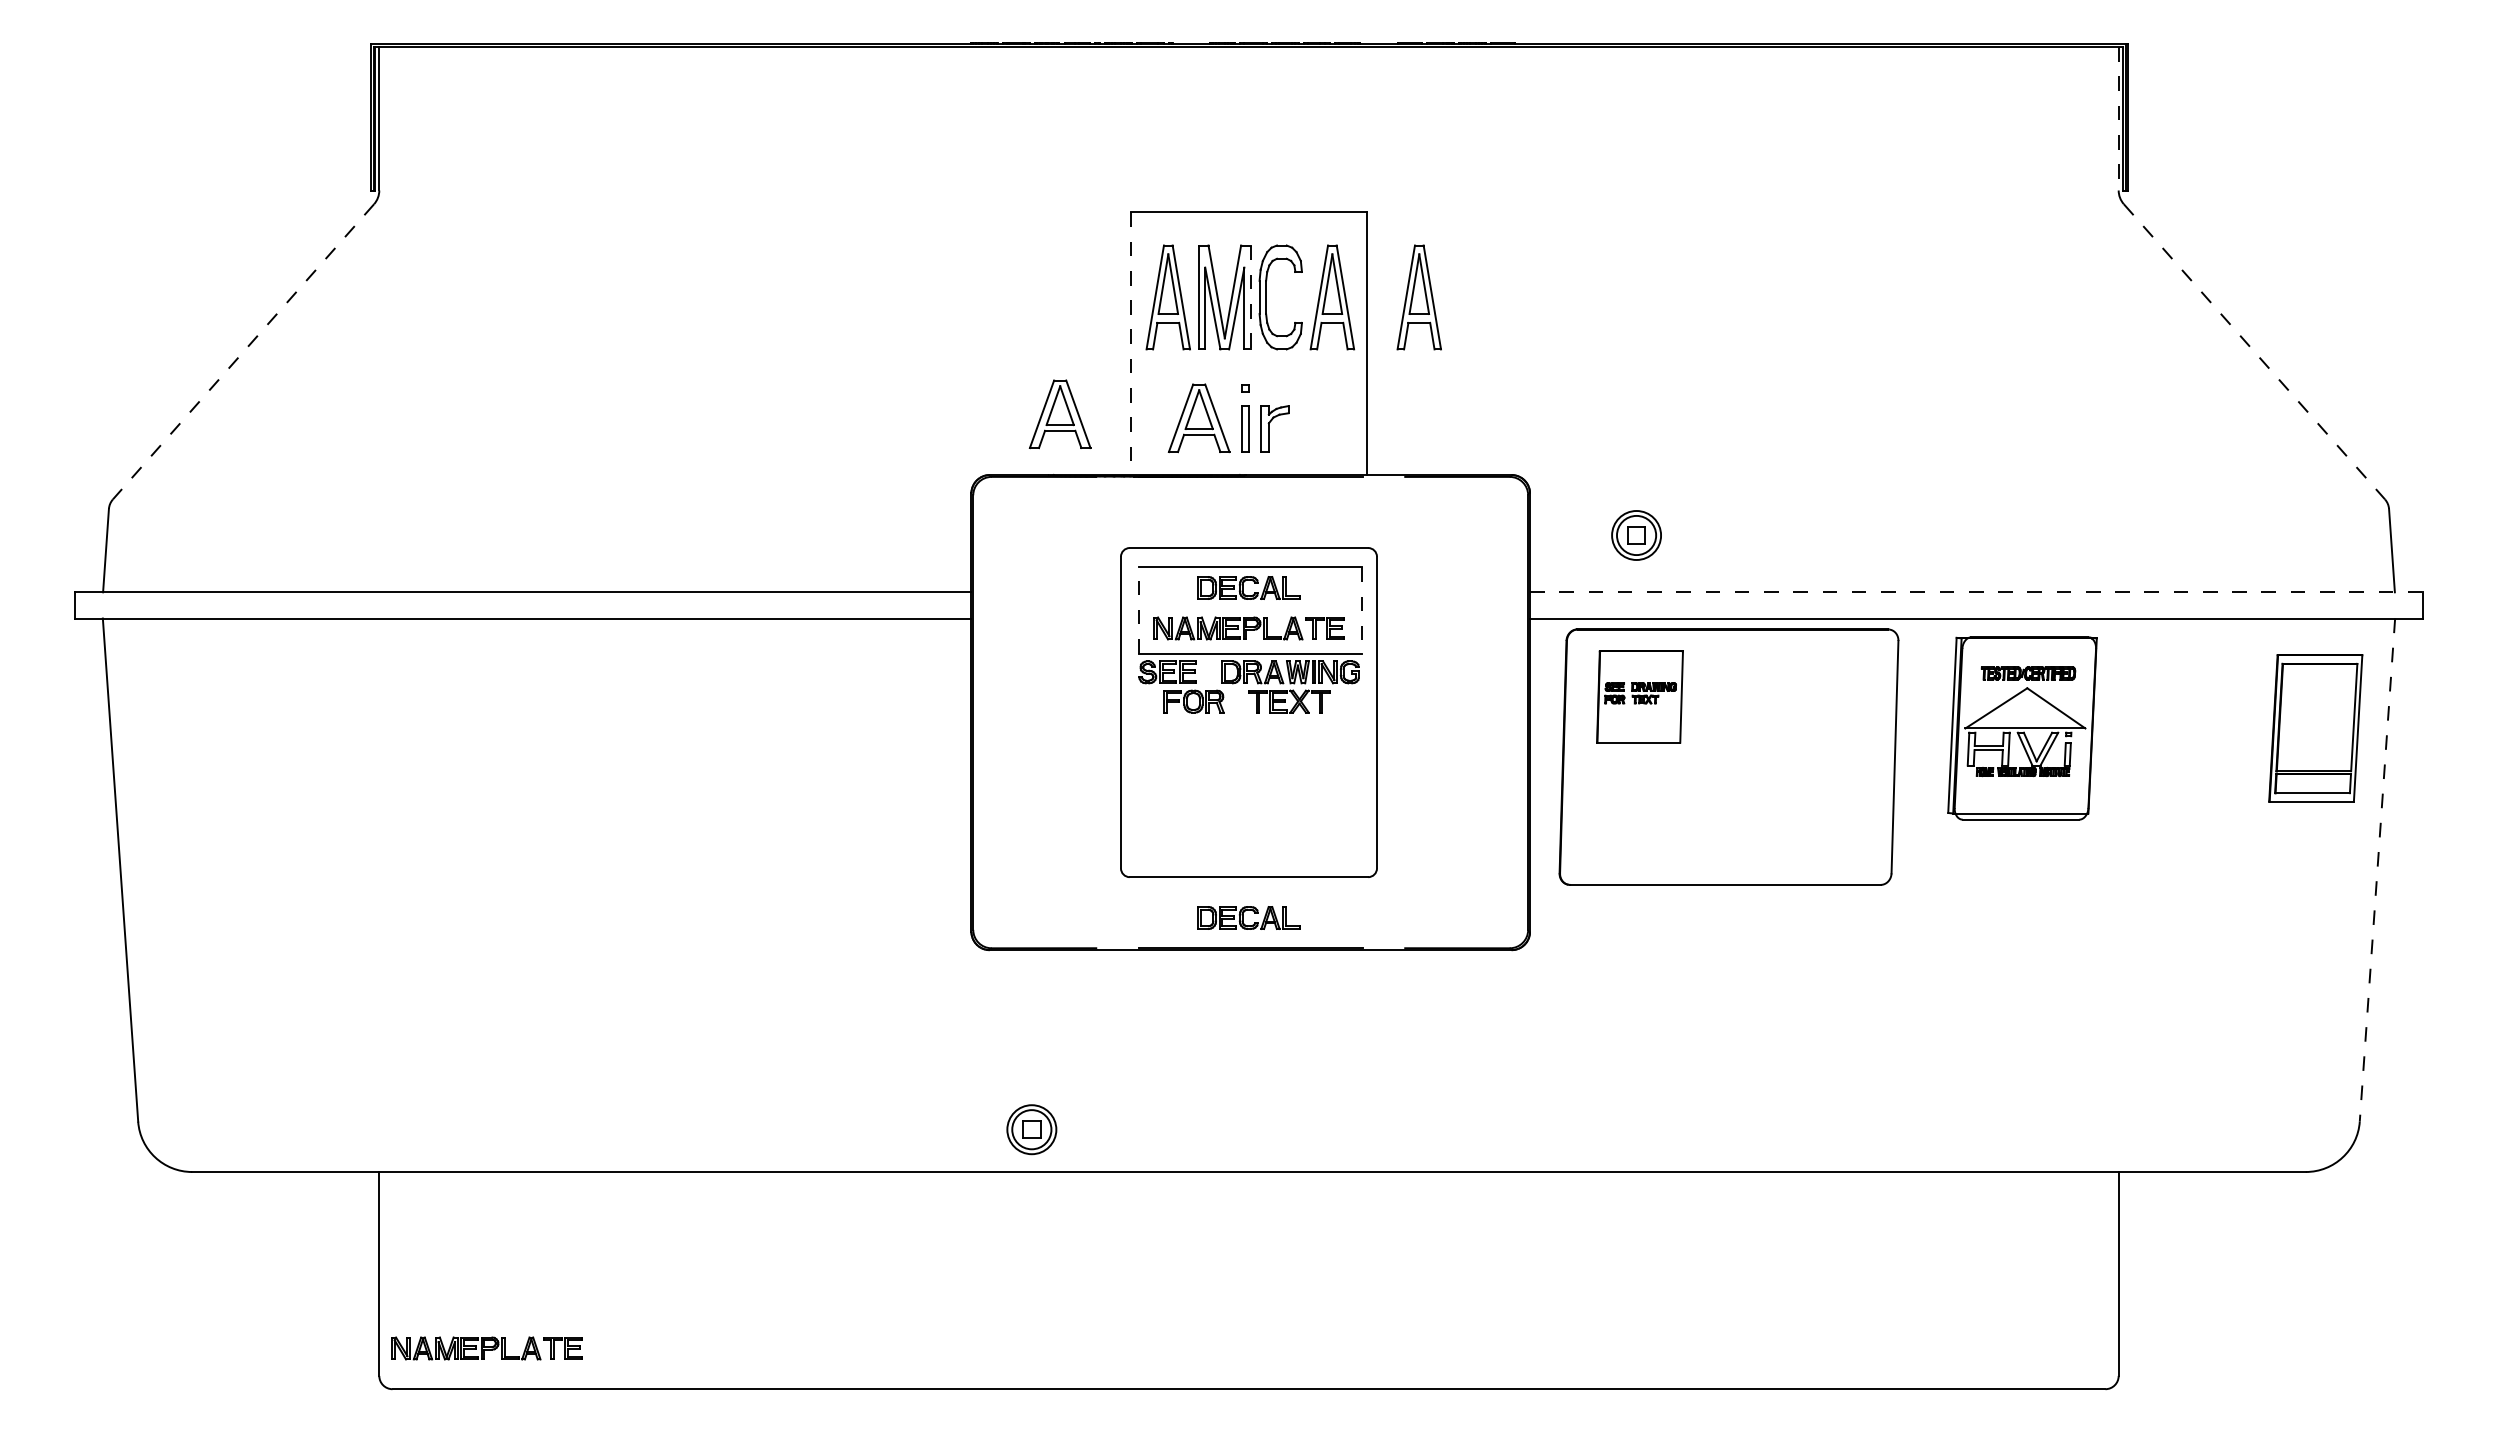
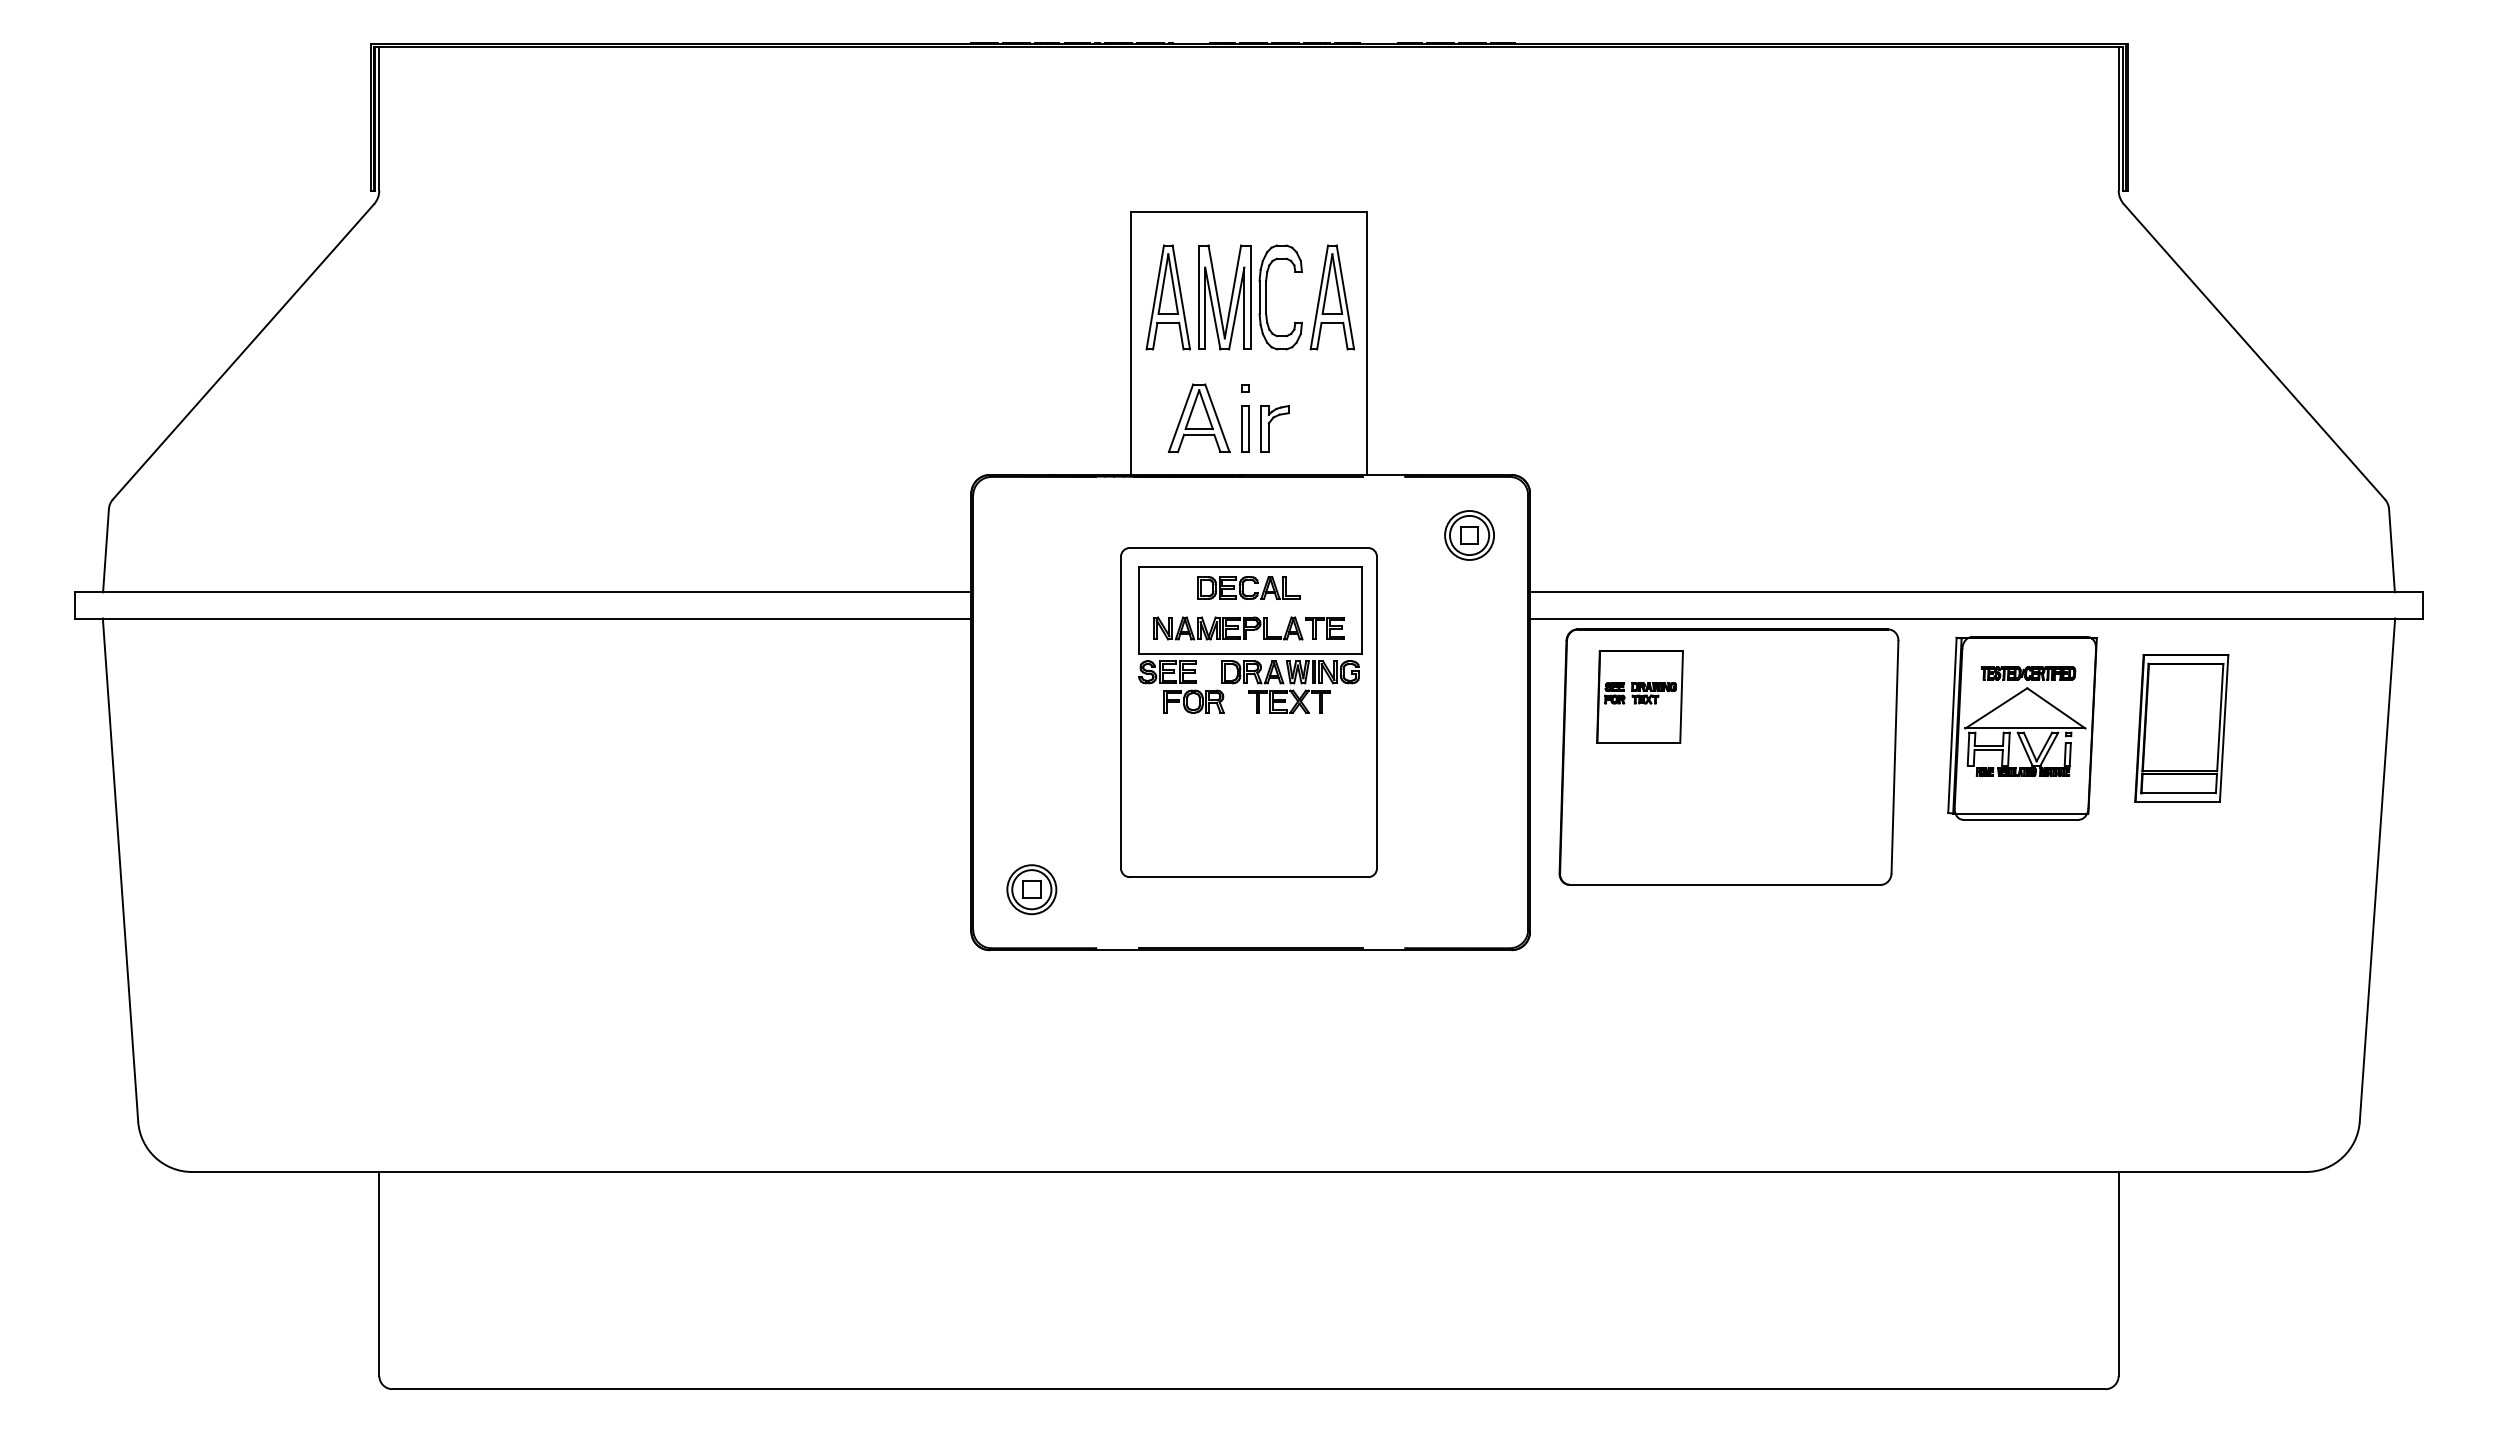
line at (2118, 118): dashed -> solid
line at (1250, 297): dashed -> solid
part at (1418, 297): present -> none
line at (1130, 344): dashed -> solid
line at (243, 352): dashed -> solid
line at (2254, 352): dashed -> solid
part at (1059, 414): present -> none
part at (1636, 535) position: (1636, 535) -> (1469, 535)
line at (1976, 592): dashed -> solid
line at (1139, 610): dashed -> solid
line at (1361, 611): dashed -> solid
part at (2315, 728) position: (2315, 728) -> (2181, 728)
line at (2377, 870): dashed -> solid
part at (1248, 917): present -> none
part at (1031, 1129) position: (1031, 1129) -> (1031, 889)
part at (486, 1348): present -> none
